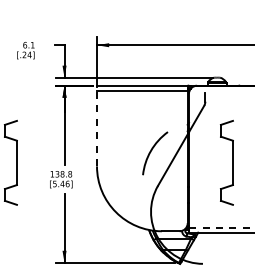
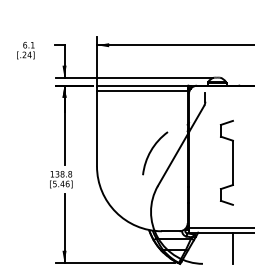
line at (97, 125): dashed -> solid
part at (10, 162): present -> none
line at (221, 227): dashed -> solid
line at (232, 247): none -> present
